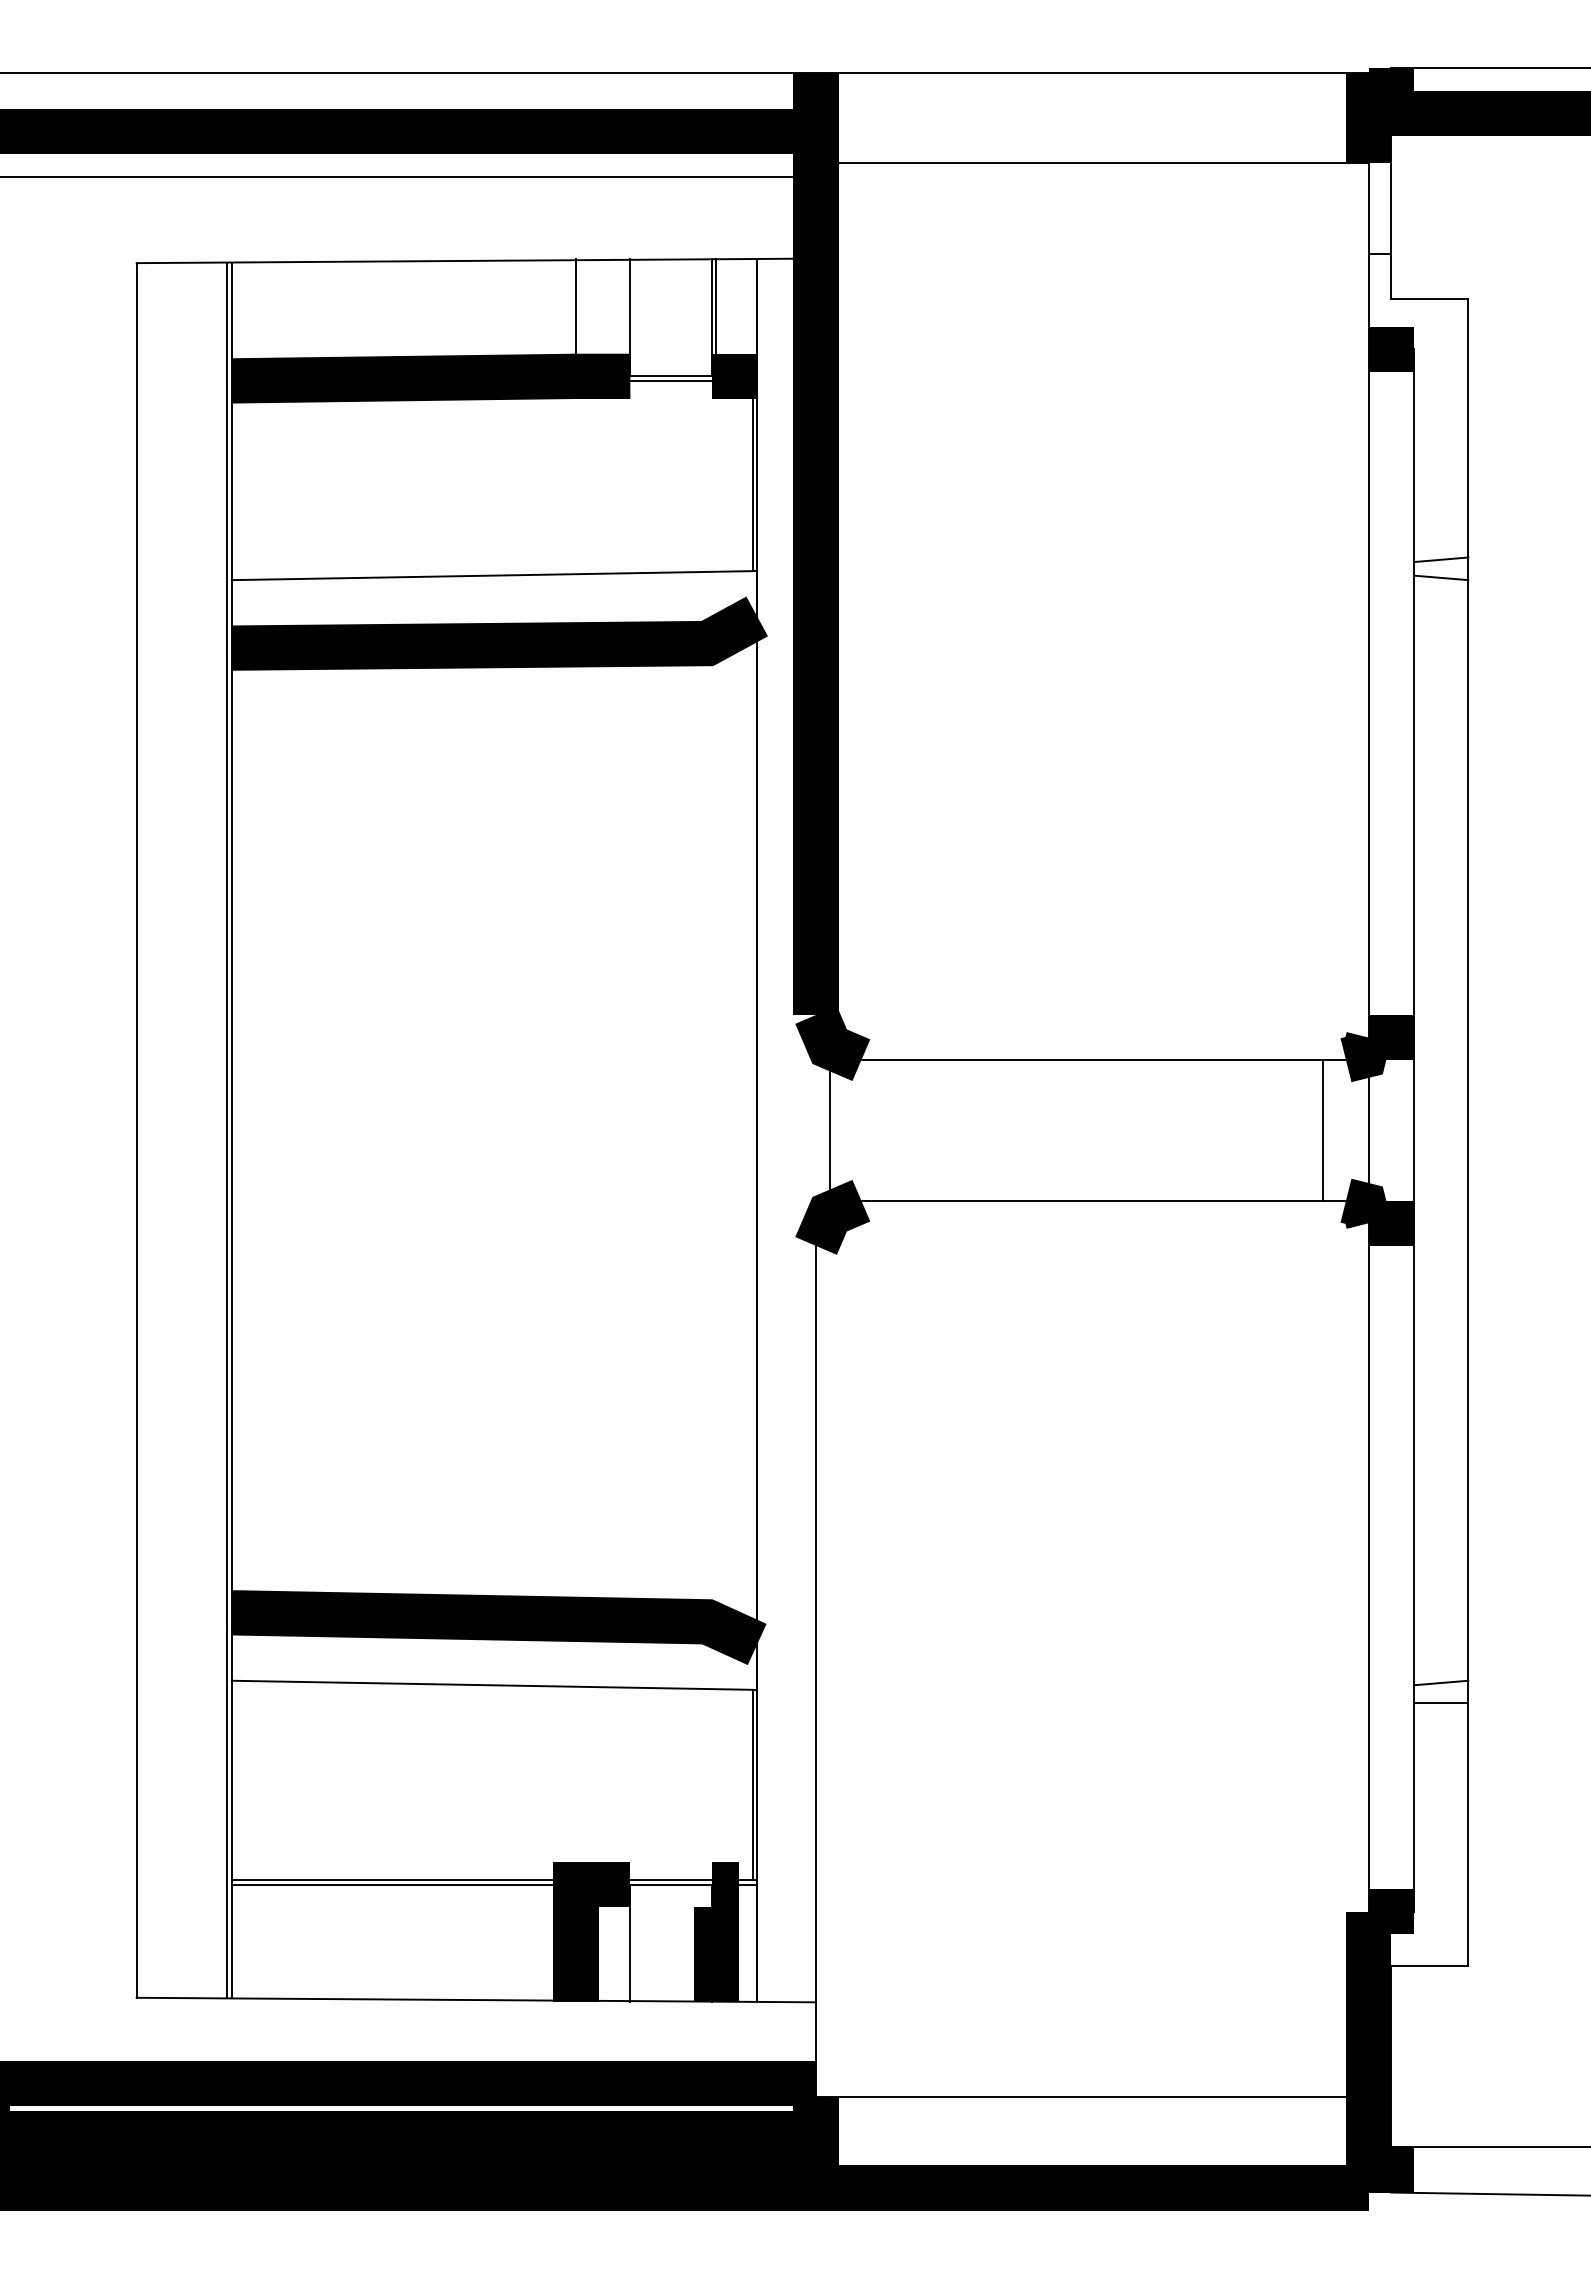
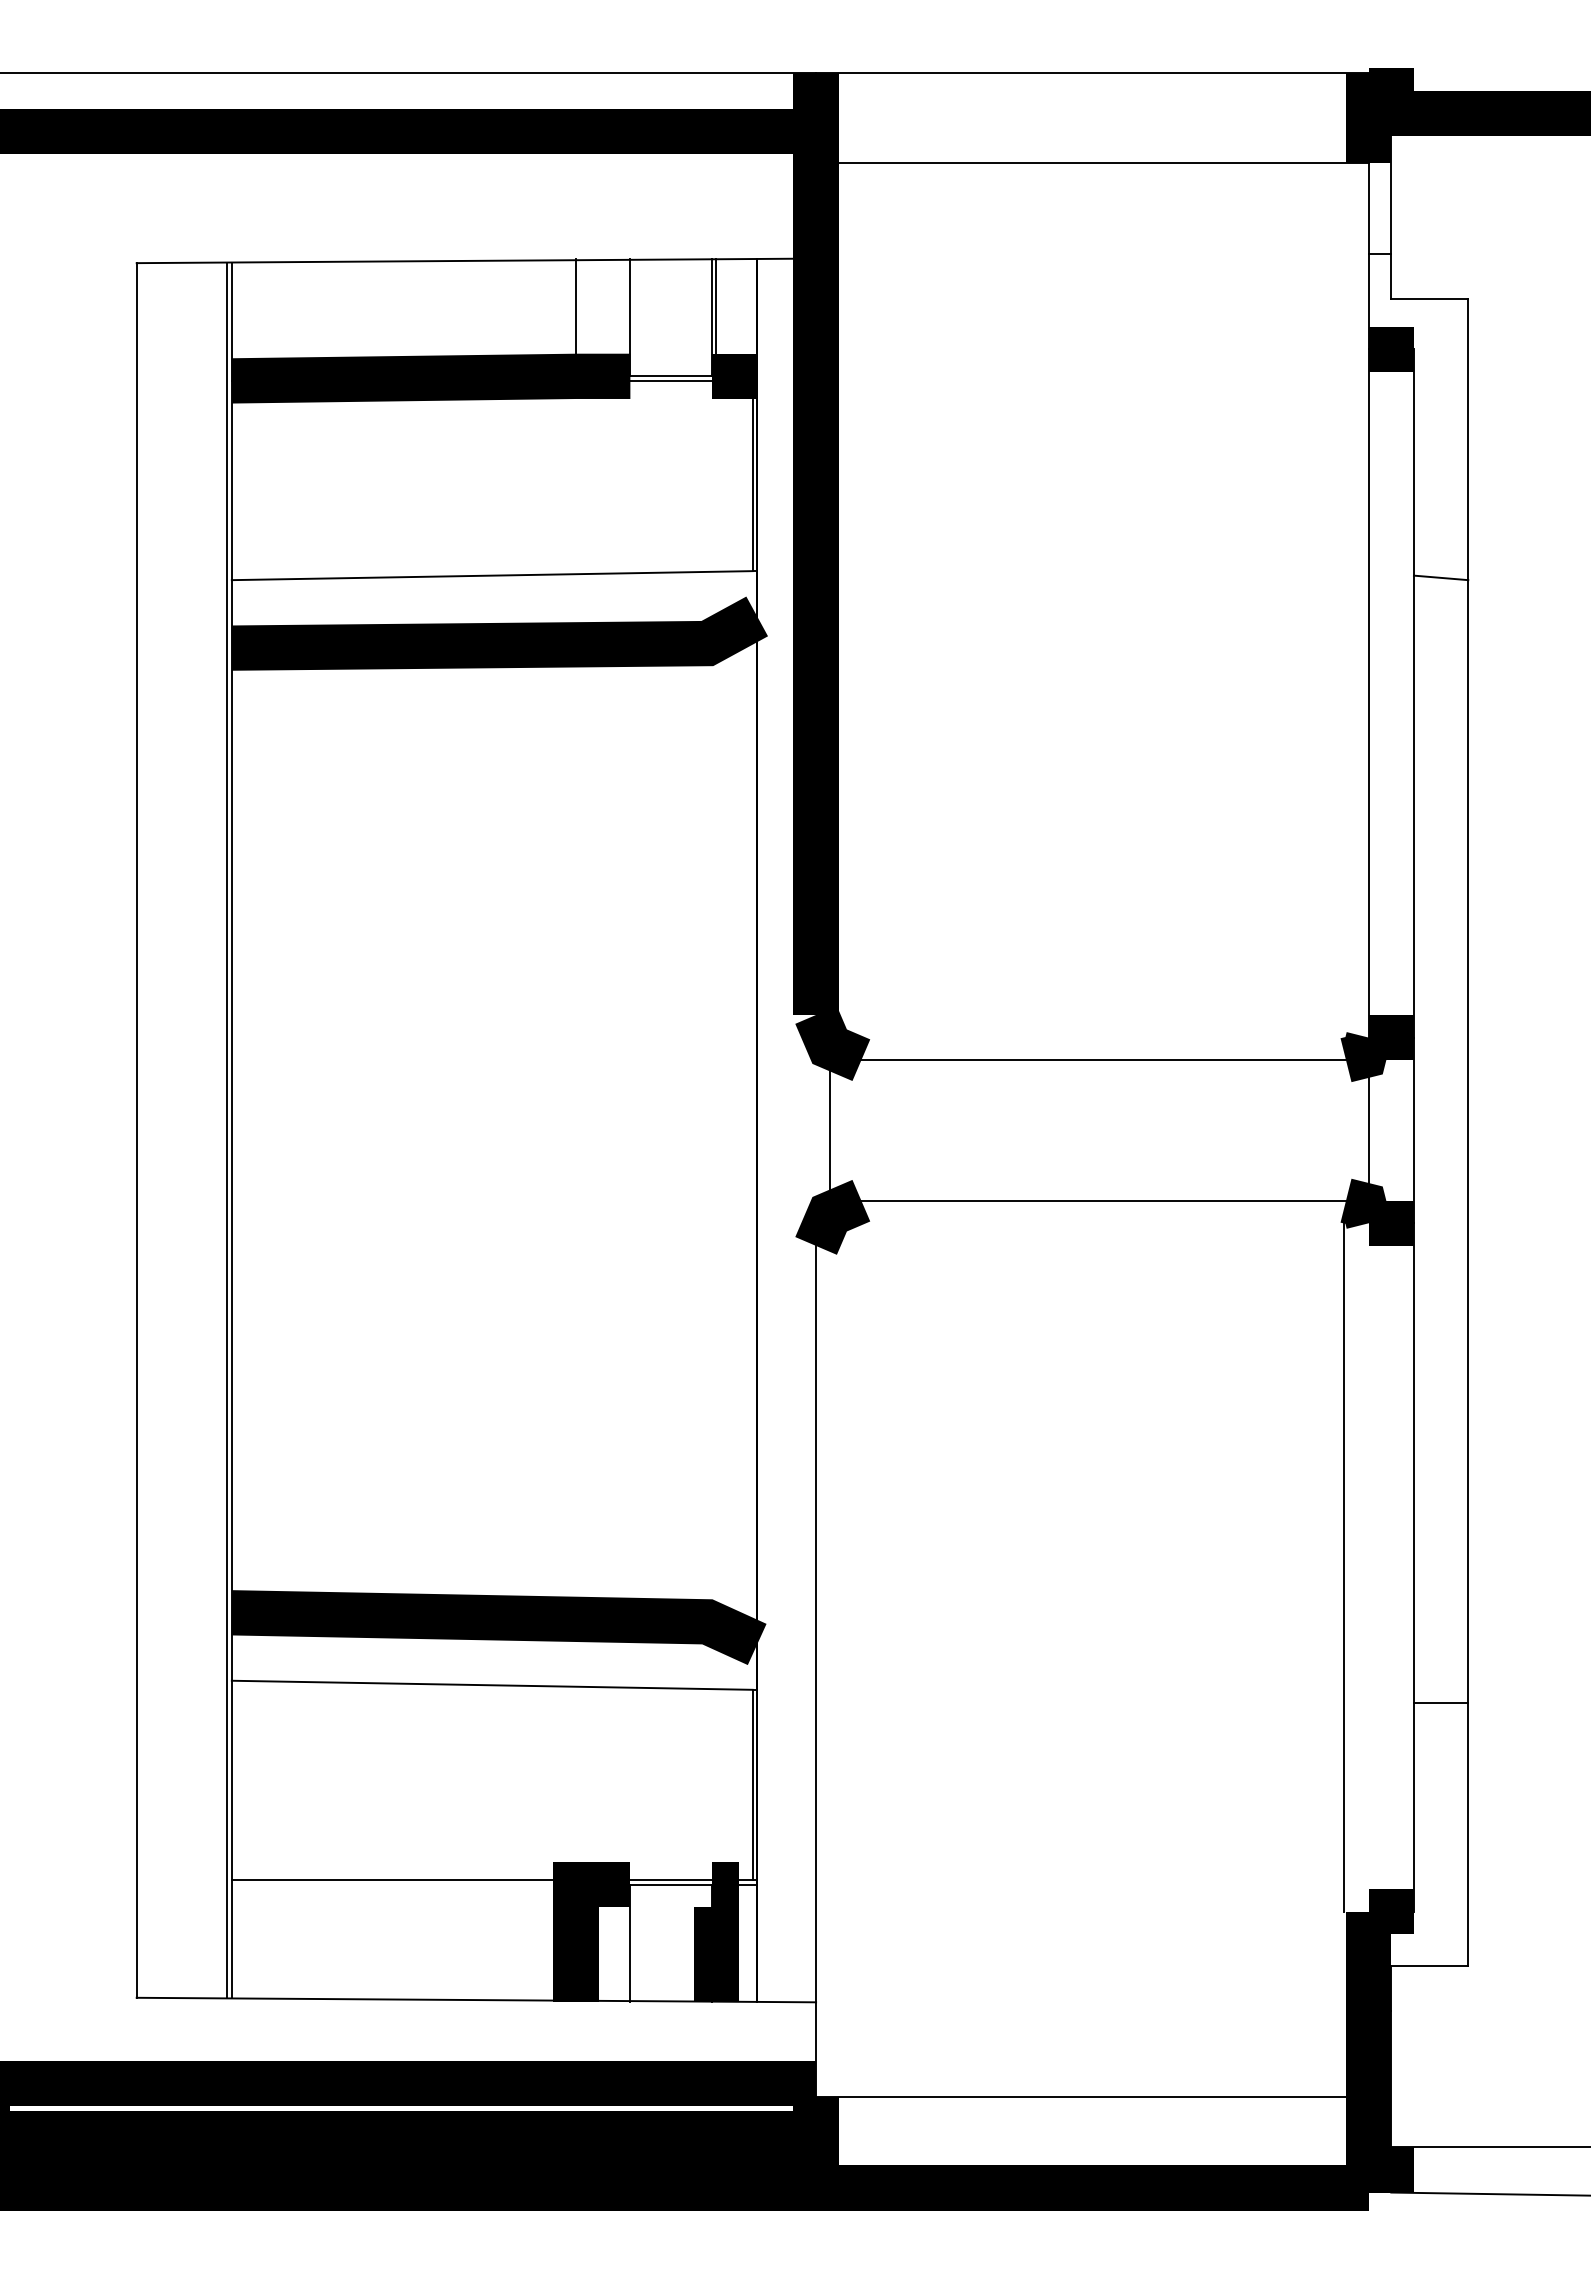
line at (1489, 68): present -> none
line at (409, 177): present -> none
line at (1440, 559): present -> none
line at (1323, 1130): present -> none
line at (1368, 1567) position: (1368, 1567) -> (1343, 1567)
line at (1440, 1682): present -> none
line at (403, 1884): present -> none
